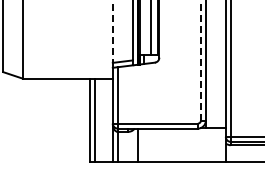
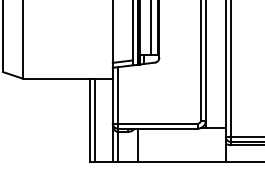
line at (112, 32): dashed -> solid
line at (200, 60): dashed -> solid
